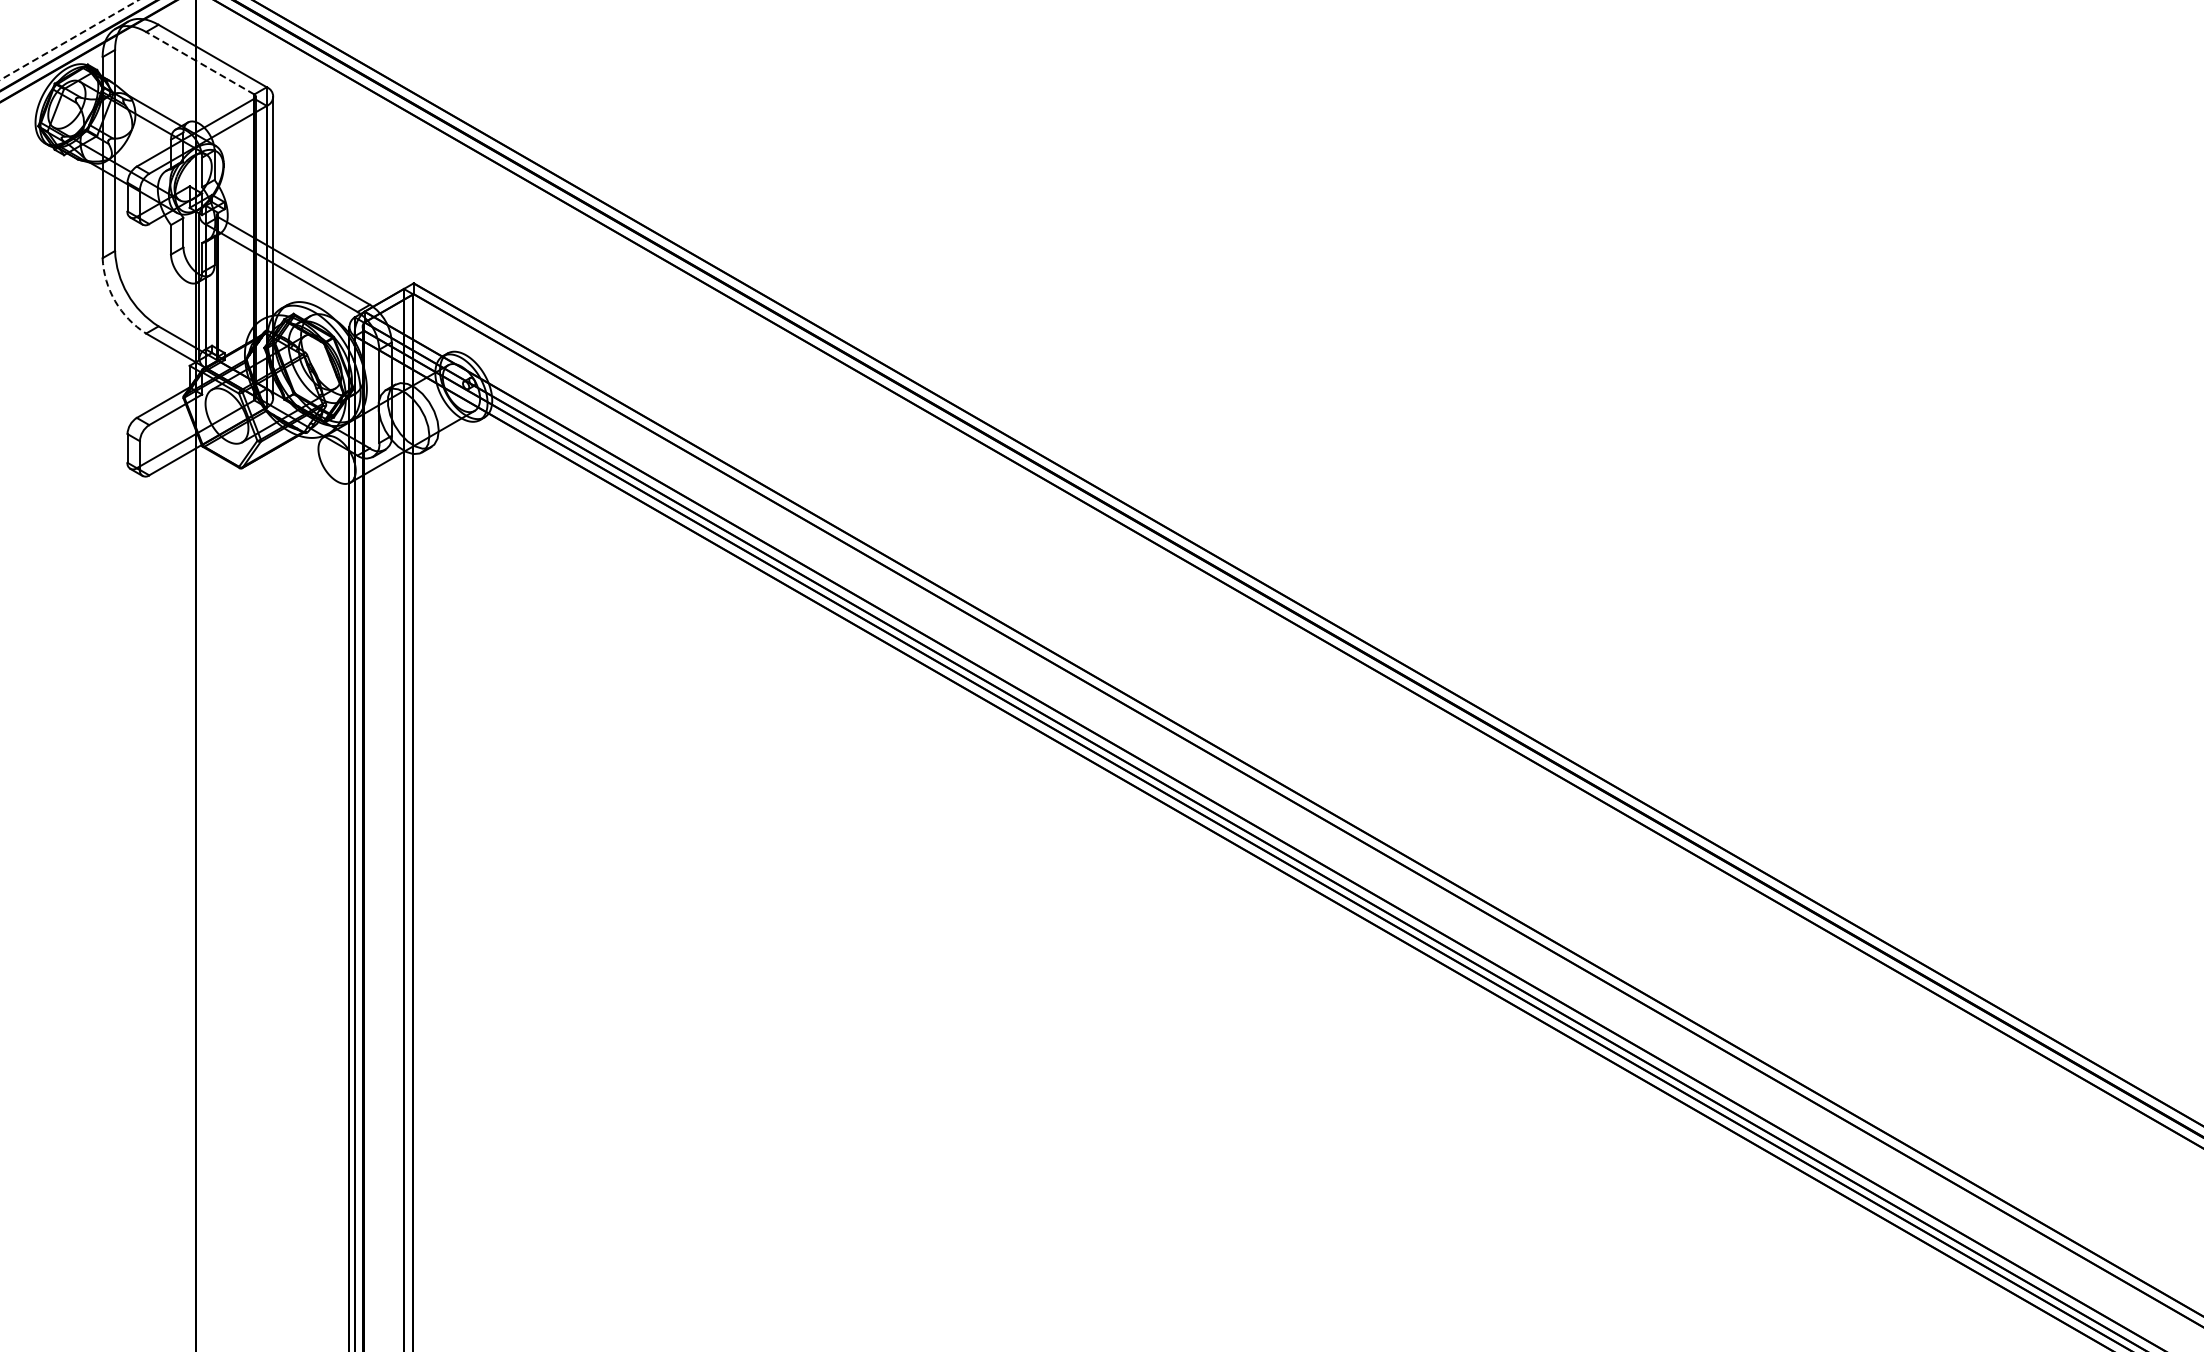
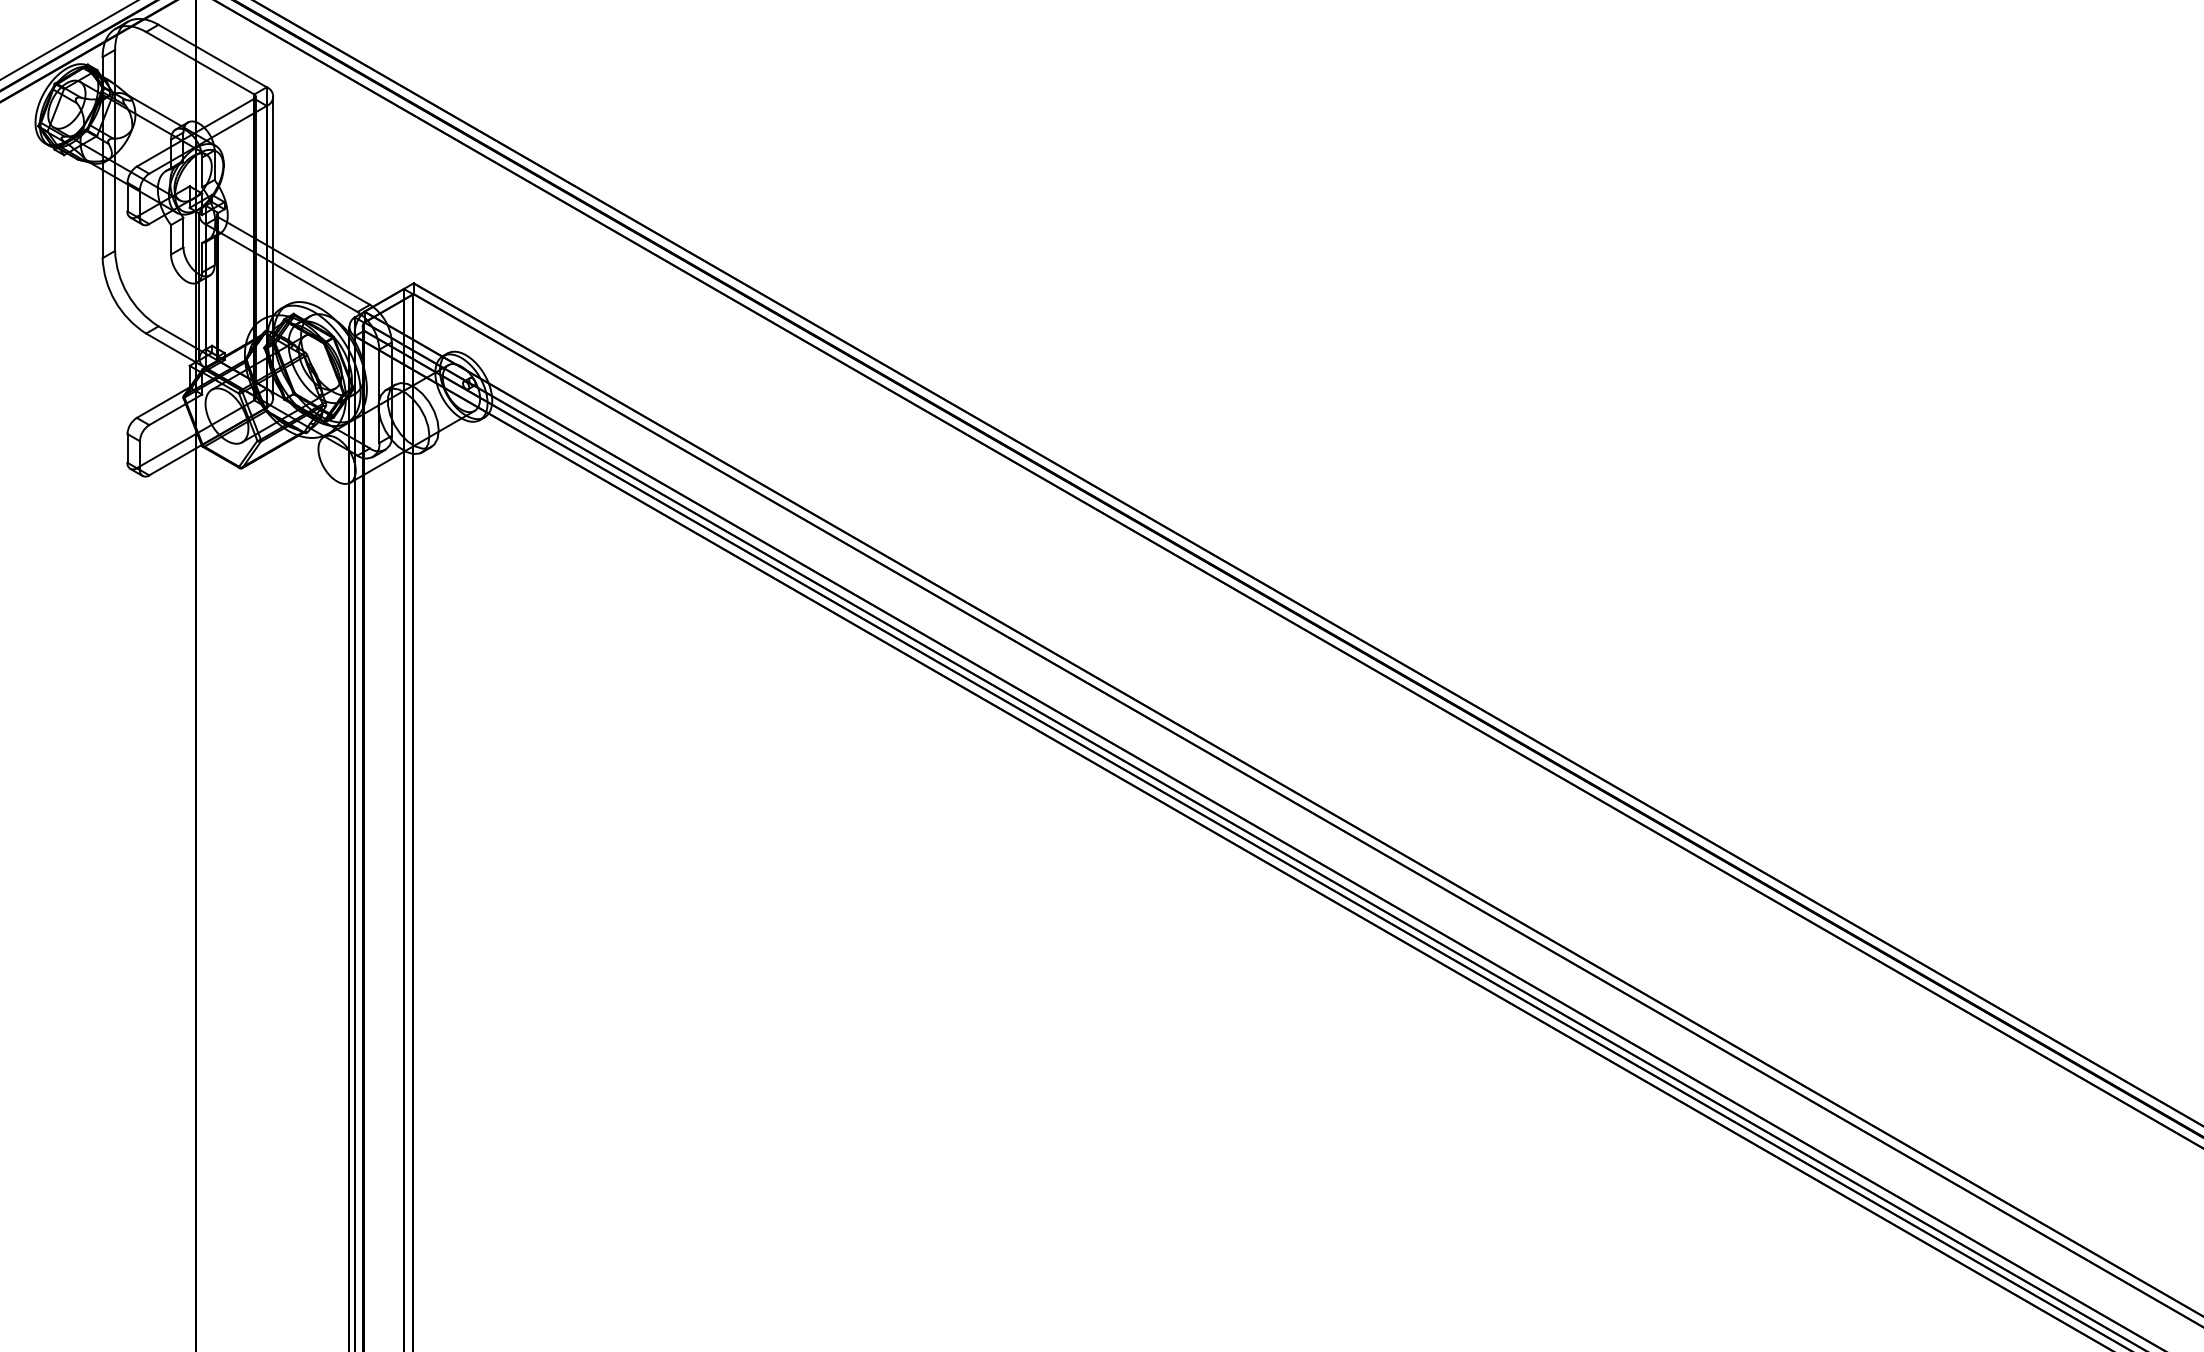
line at (70, 39): dashed -> solid
line at (199, 62): dashed -> solid
arc at (115, 301): dashed -> solid
